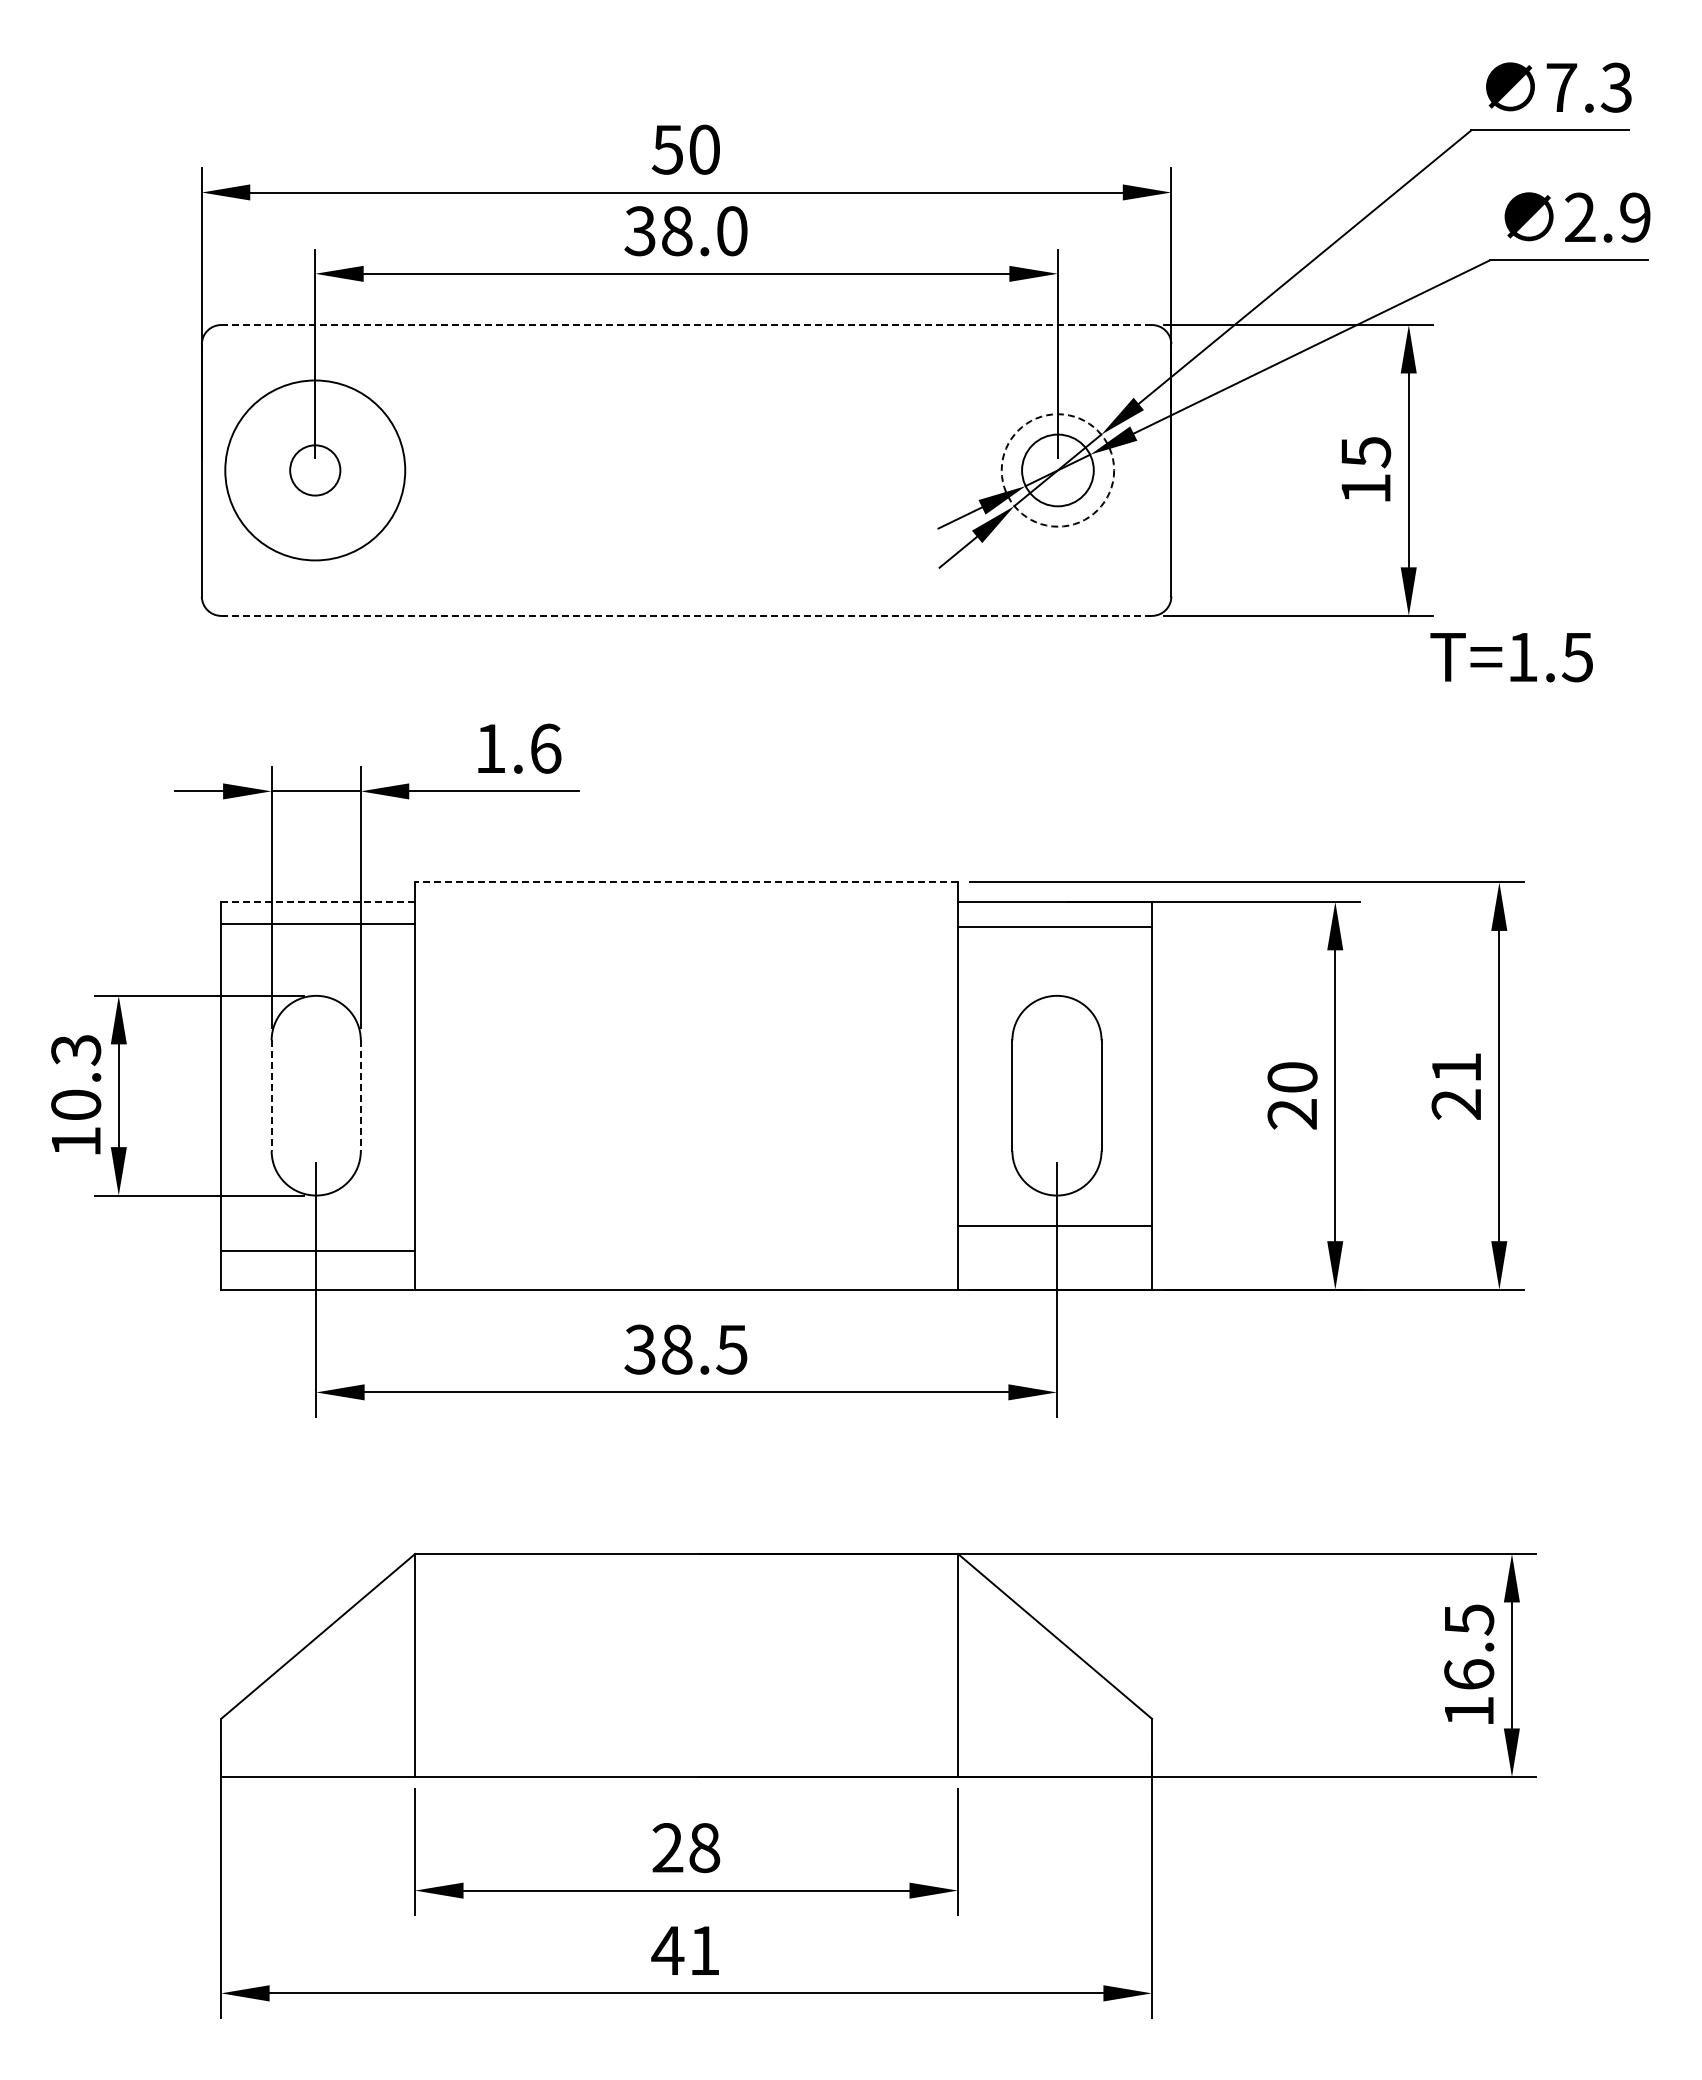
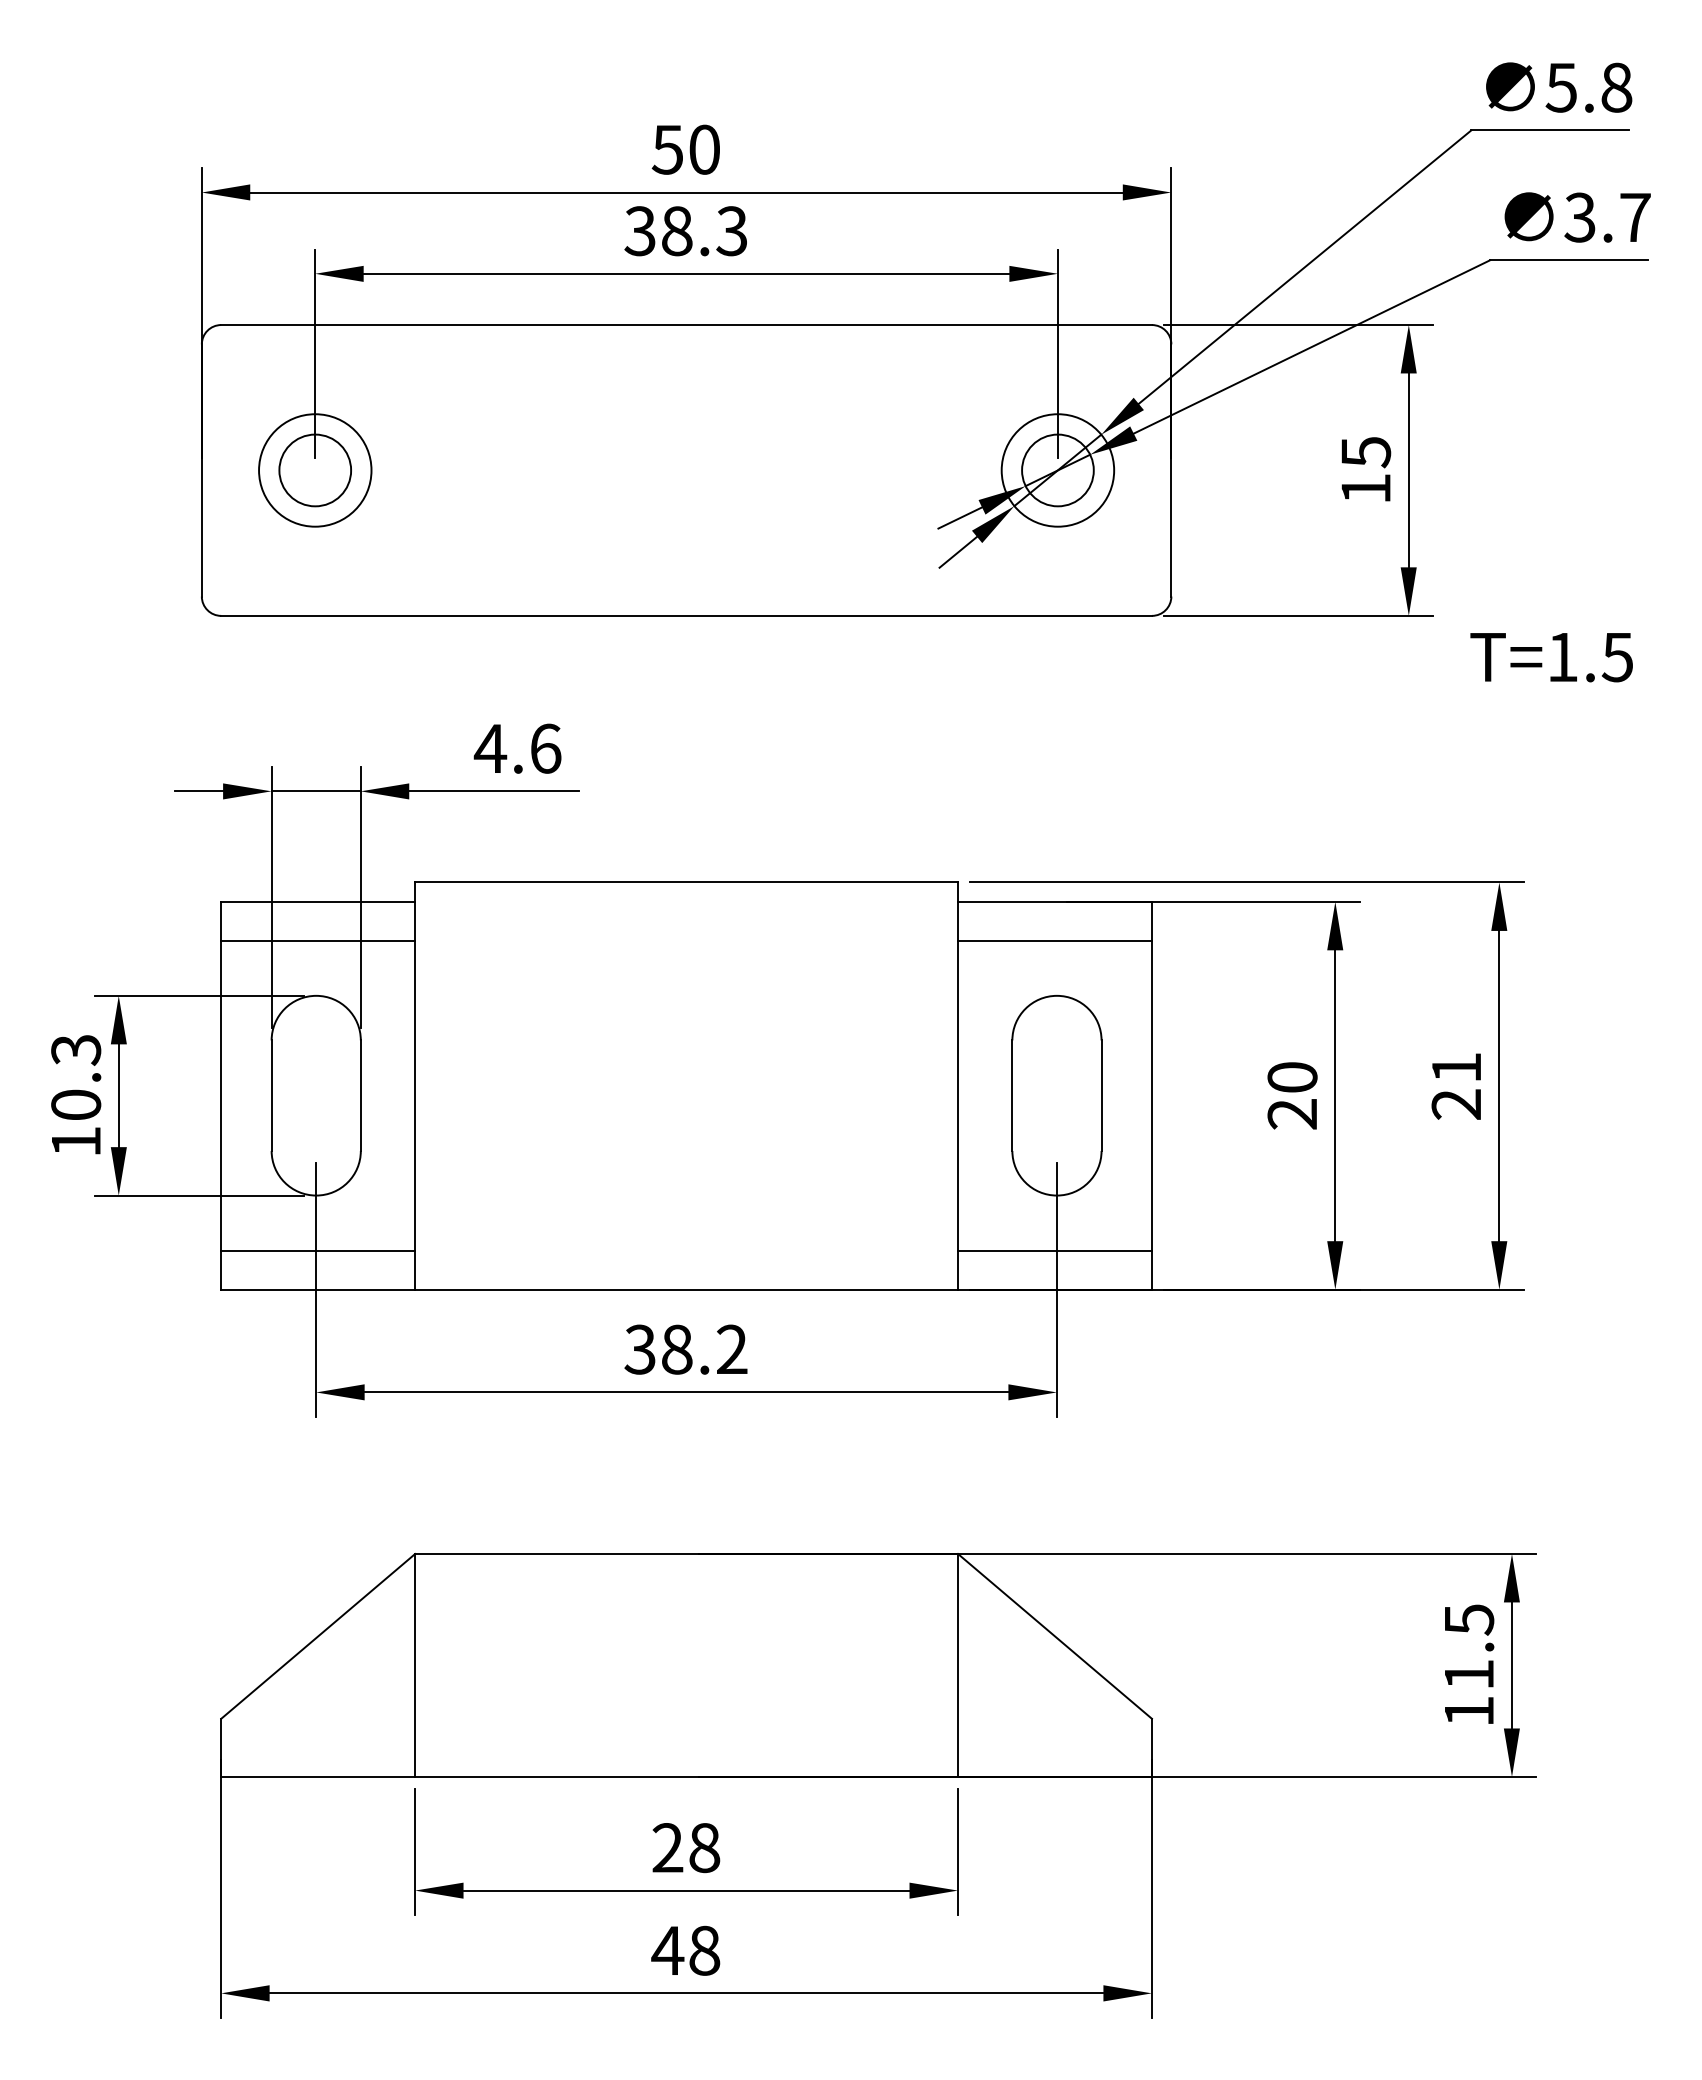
text at (1588, 87): 7.3 -> 5.8
text at (1607, 217): 2.9 -> 3.7
text at (731, 231): 38.0 -> 38.3
line at (686, 325): dashed -> solid
circle at (315, 470) diameter: 180 px -> 112 px
circle at (315, 470) diameter: 50 px -> 72 px
circle at (1057, 470): dashed -> solid
line at (687, 615): dashed -> solid
text at (1511, 657) position: (1511, 657) -> (1551, 657)
text at (490, 748): 1.6 -> 4.6
line at (686, 882): dashed -> solid
line at (318, 901): dashed -> solid
line at (318, 923) position: (318, 923) -> (318, 940)
line at (1054, 926) position: (1054, 926) -> (1054, 940)
line at (271, 1096): dashed -> solid
line at (360, 1096): dashed -> solid
line at (1054, 1225) position: (1054, 1225) -> (1054, 1250)
text at (731, 1349): 38.5 -> 38.2
text at (1469, 1674): 16.5 -> 11.5
text at (704, 1950): 41 -> 48
